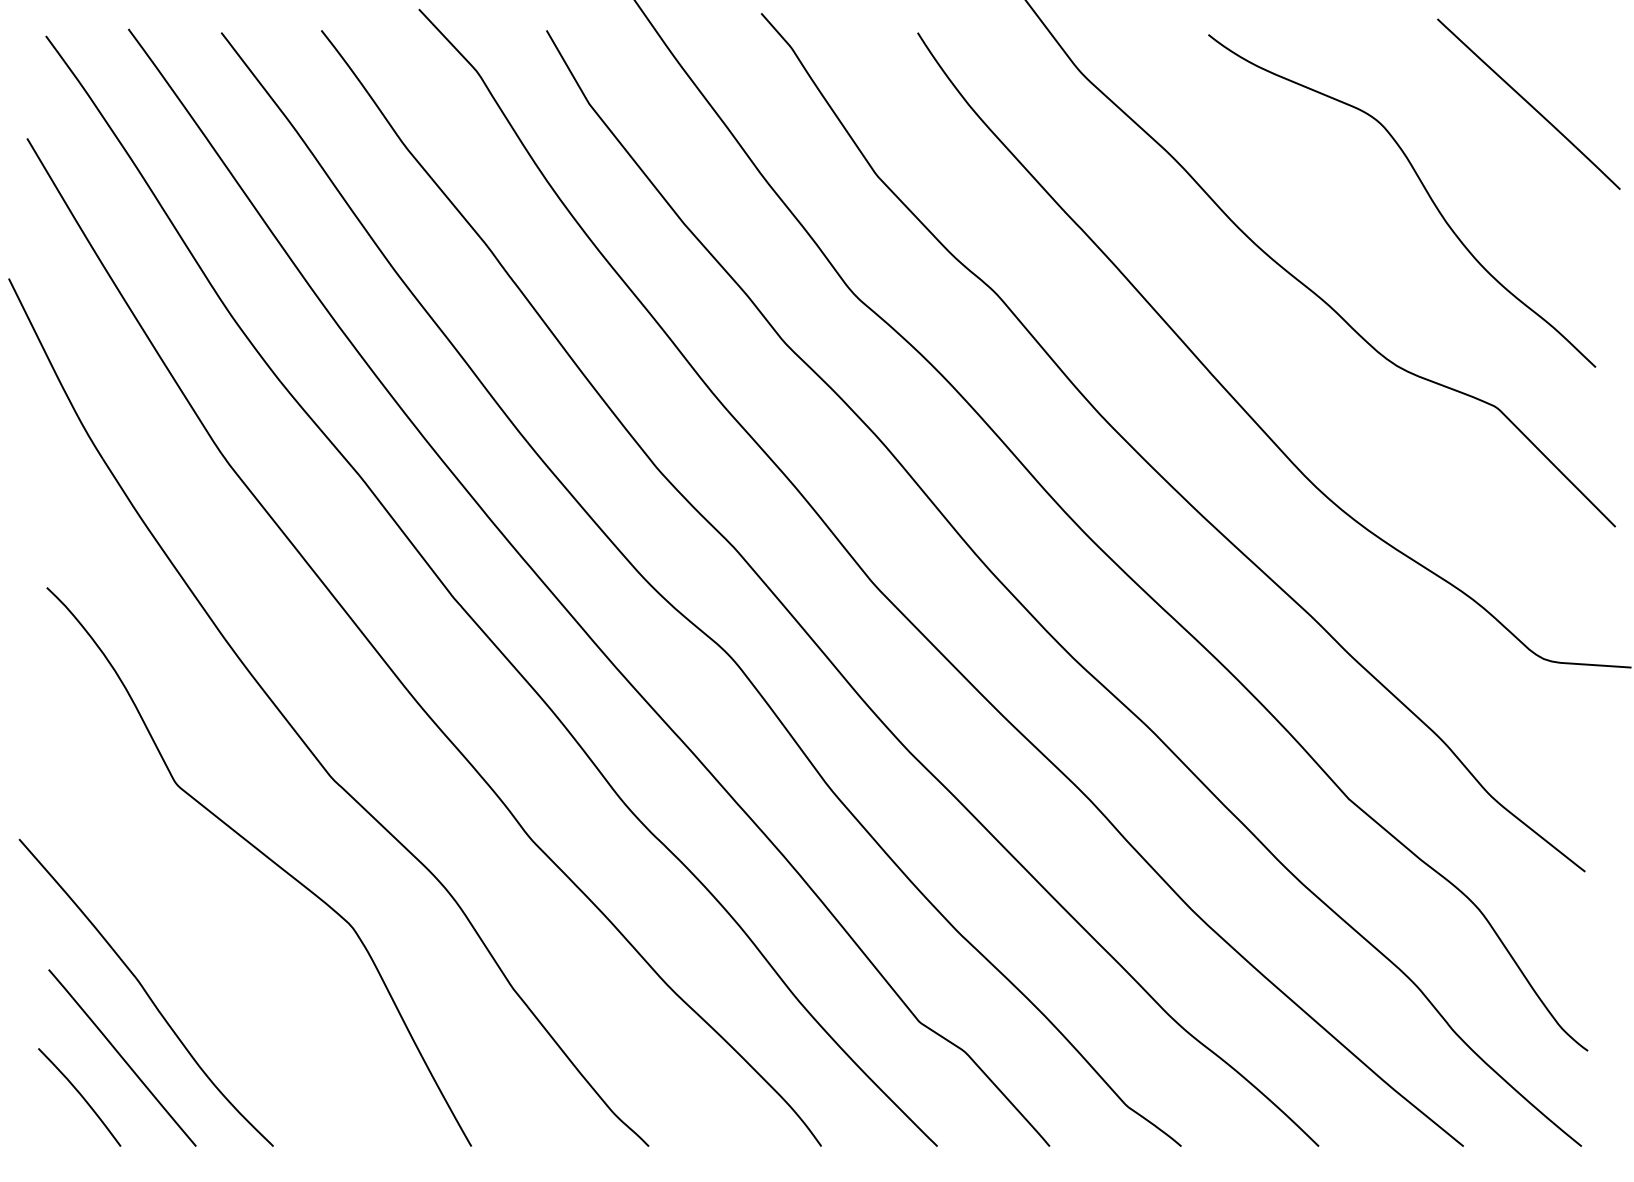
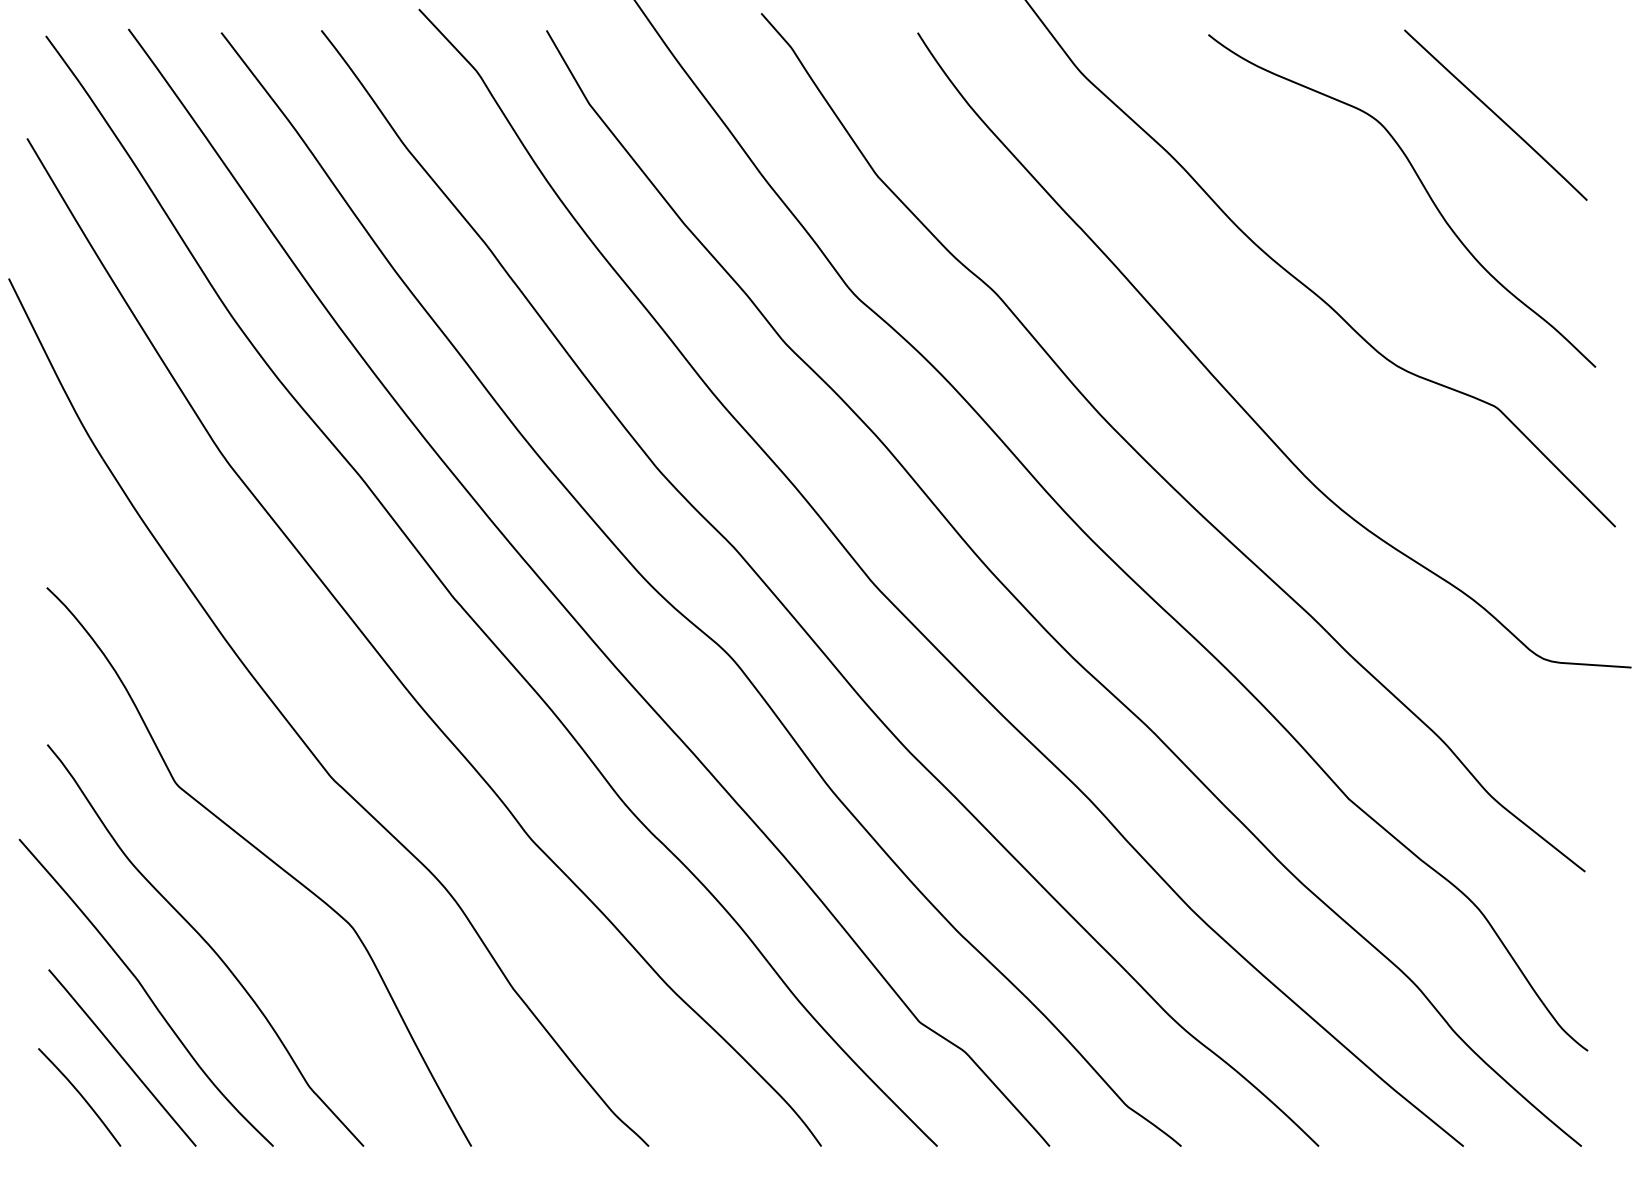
curve at (1528, 103) position: (1528, 103) -> (1495, 114)
curve at (206, 943): none -> present
